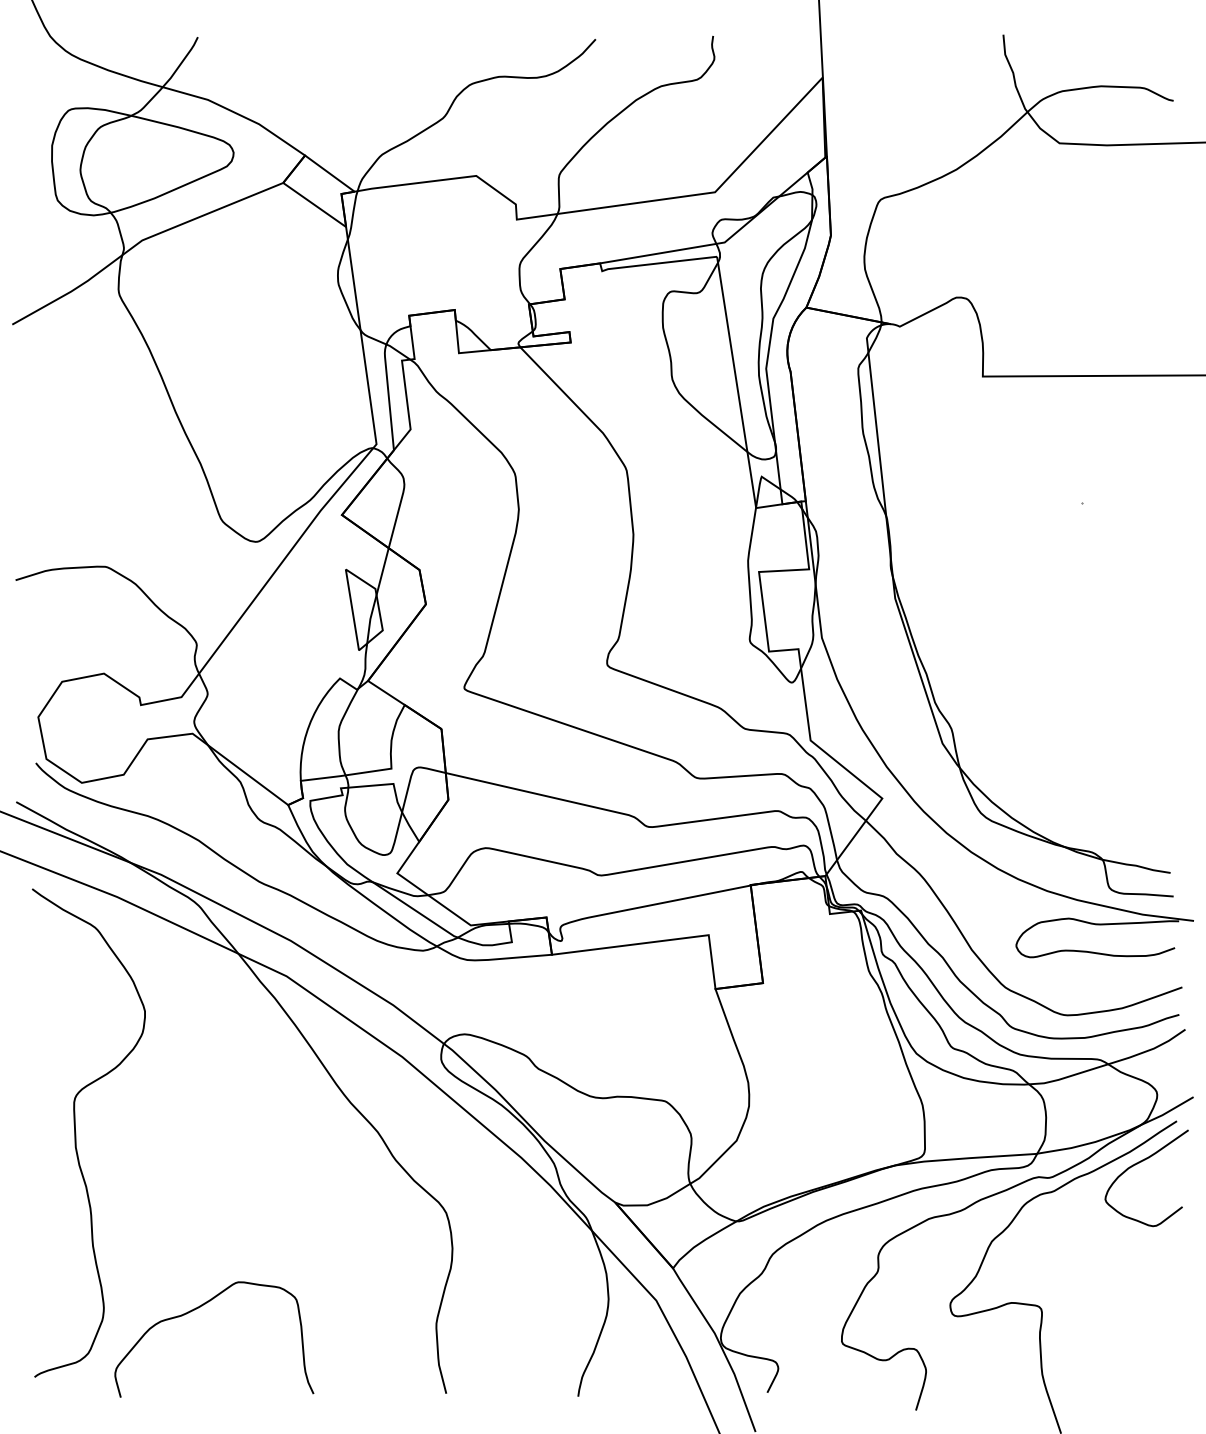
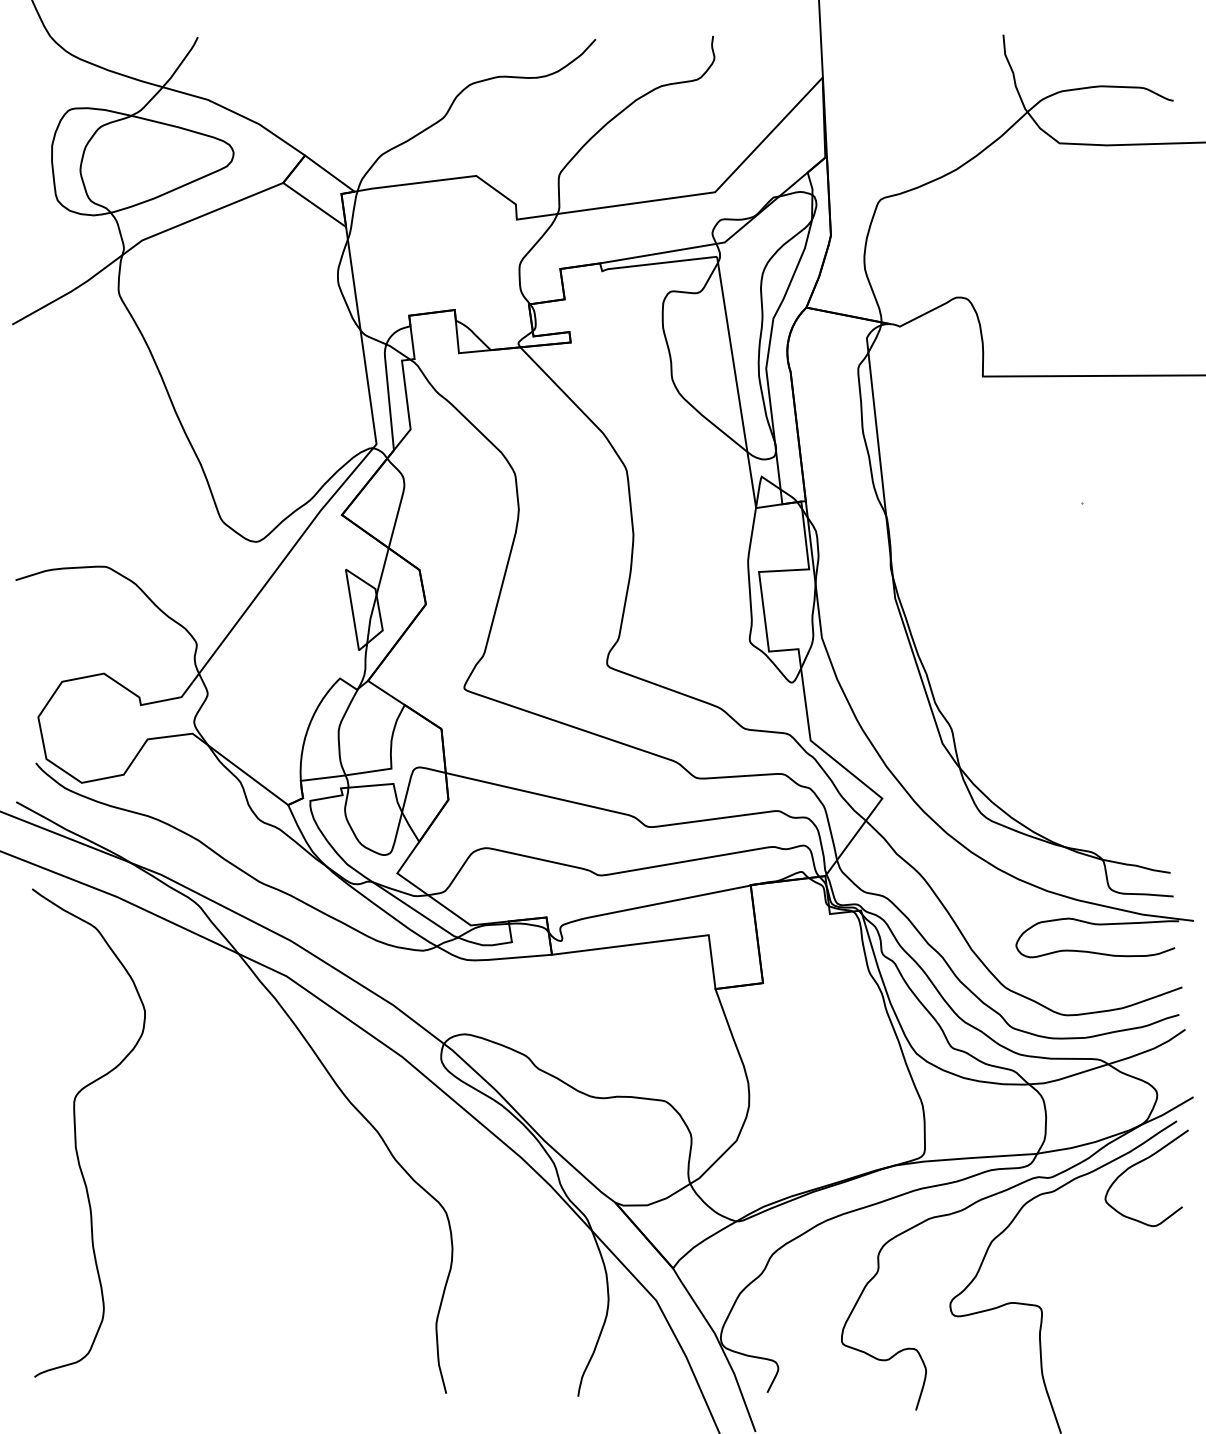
curve at (198, 1308): present -> none
